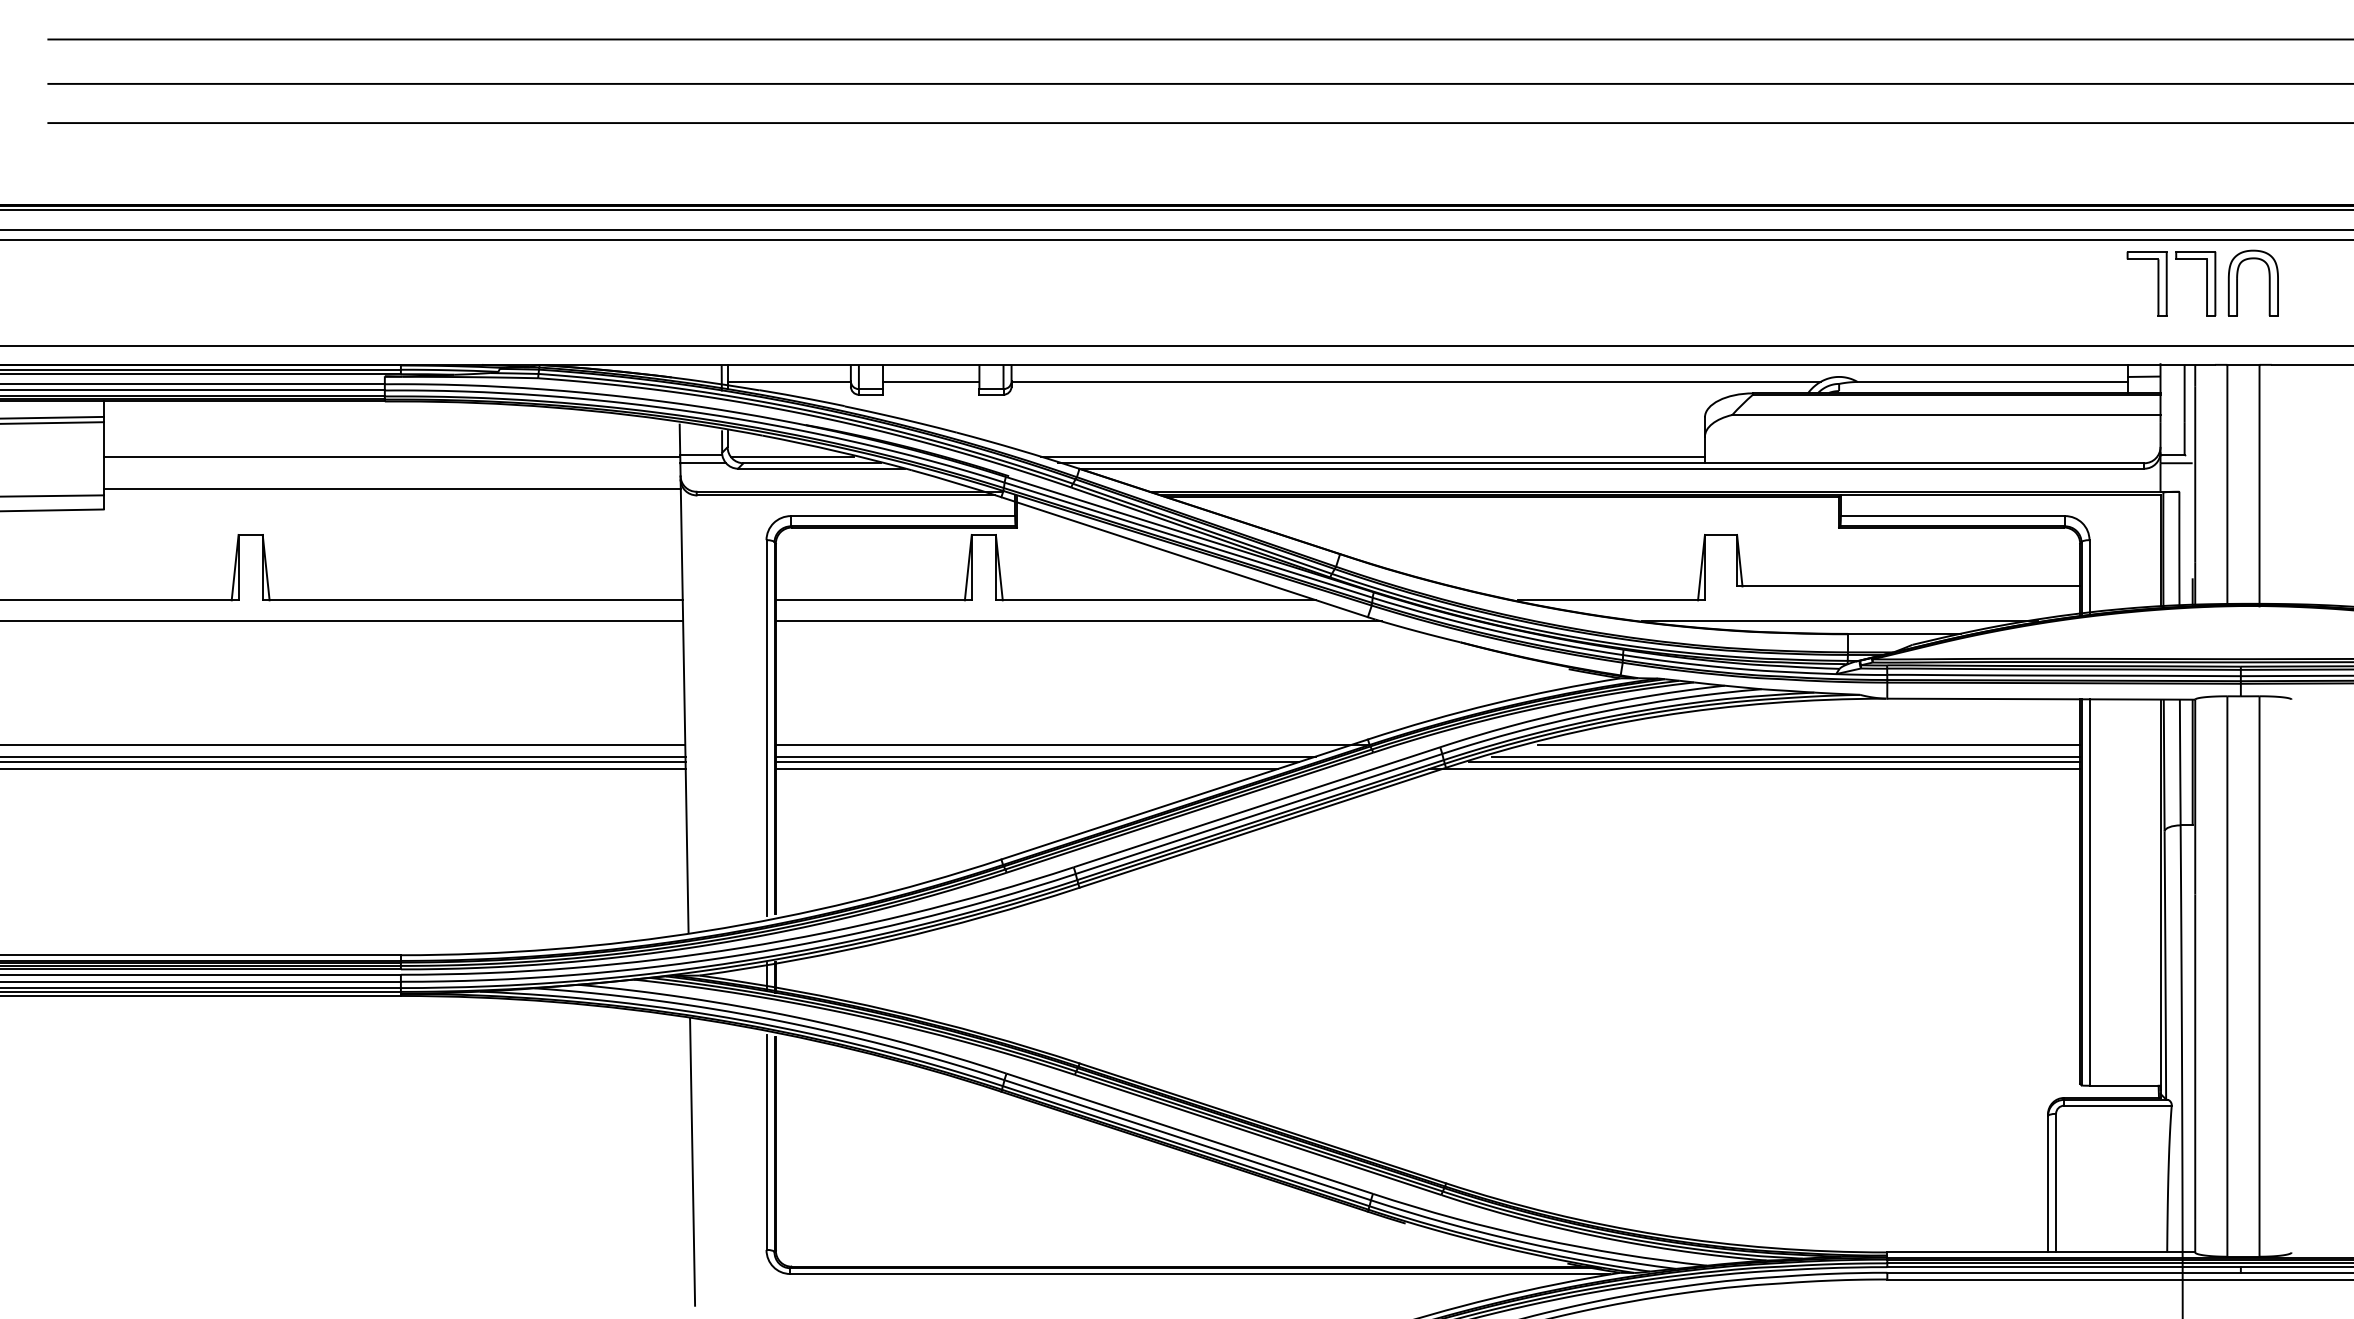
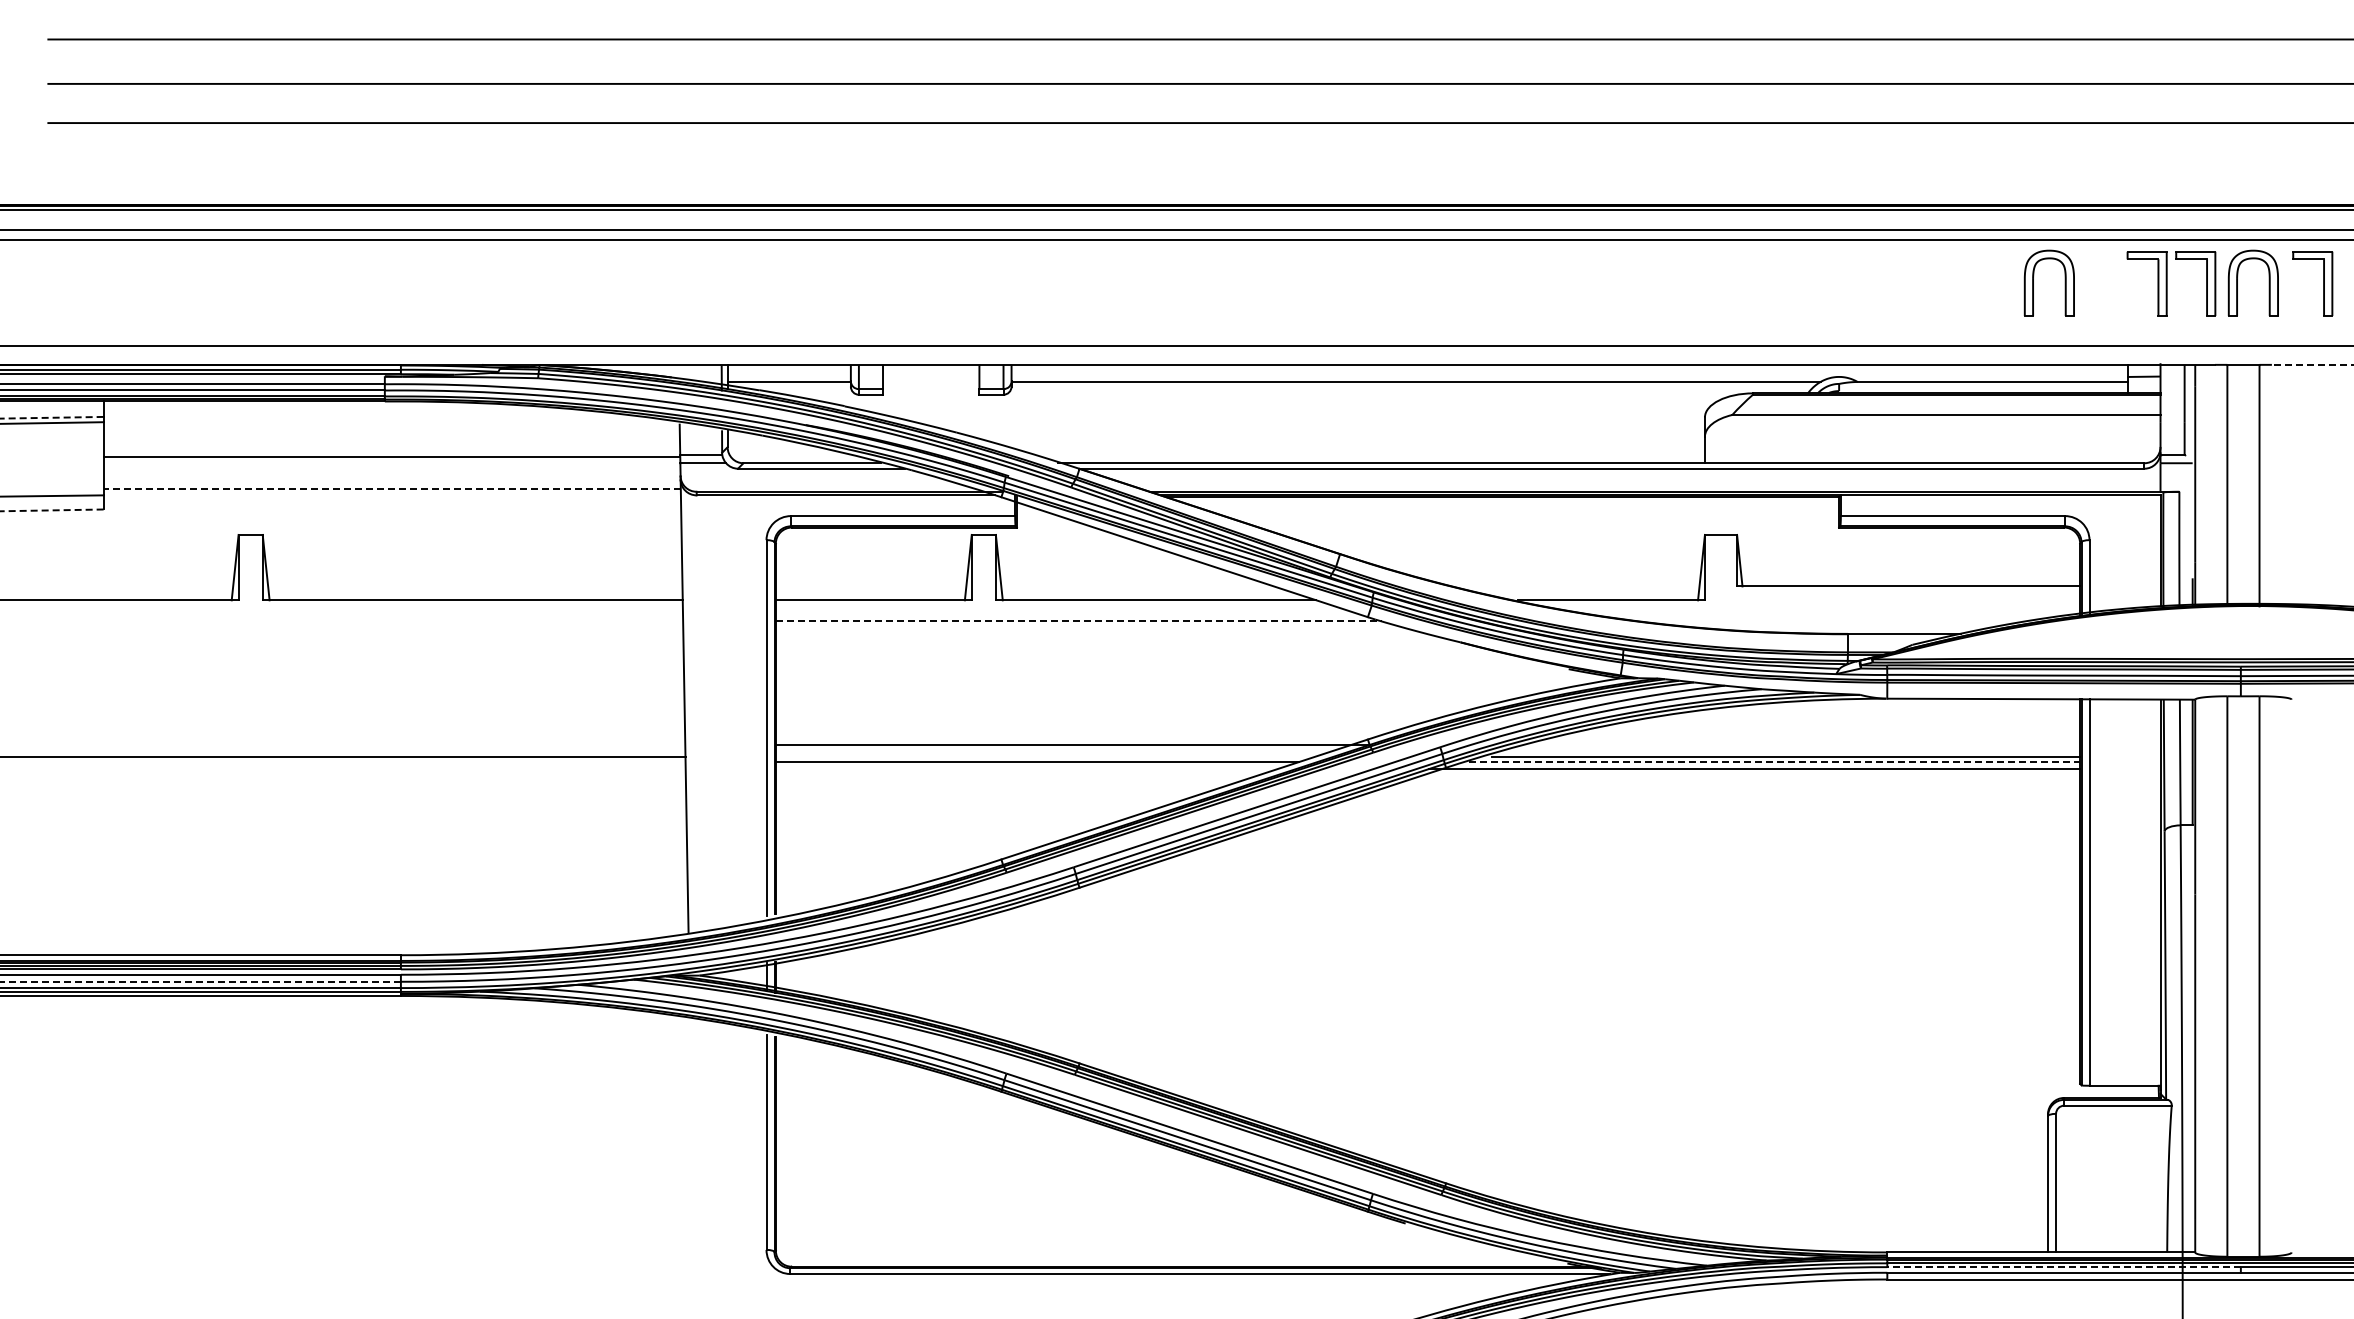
part at (2033, 282): none -> present
part at (2323, 283): none -> present
line at (2312, 364): solid -> dashed
line at (931, 382): present -> none
line at (51, 417): solid -> dashed
line at (792, 456): present -> none
line at (1372, 456): present -> none
line at (392, 488): solid -> dashed
line at (51, 510): solid -> dashed
line at (342, 621): present -> none
line at (1079, 621): solid -> dashed
line at (1839, 621): present -> none
line at (343, 745): present -> none
line at (1809, 745): present -> none
line at (1045, 756): present -> none
line at (343, 762): present -> none
line at (1775, 762): solid -> dashed
line at (343, 769): present -> none
line at (1026, 769): present -> none
line at (200, 981): solid -> dashed
line at (692, 1161): present -> none
line at (2064, 1267): solid -> dashed
